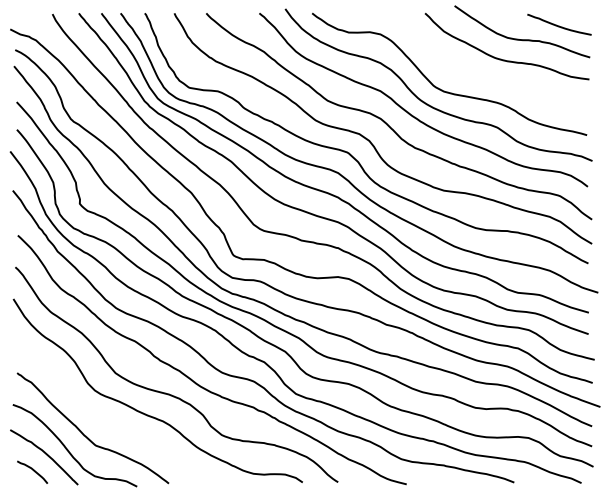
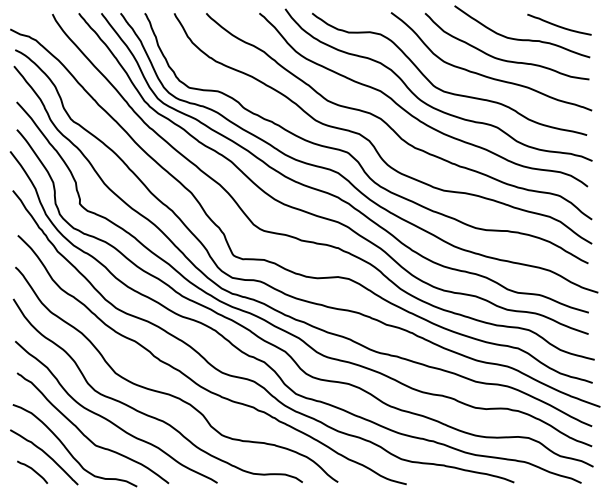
curve at (486, 75): none -> present
curve at (110, 420): none -> present
